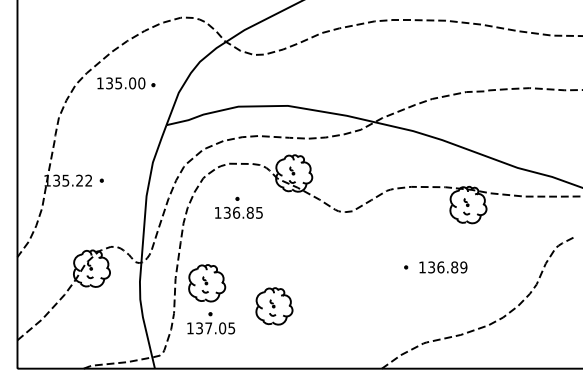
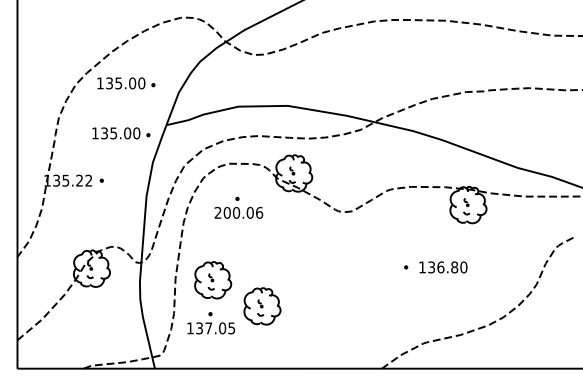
part at (121, 133): none -> present
text at (238, 212): 136.85 -> 200.06
text at (463, 267): 136.89 -> 136.80
part at (207, 283) position: (207, 283) -> (213, 280)
part at (274, 306) position: (274, 306) -> (262, 306)
